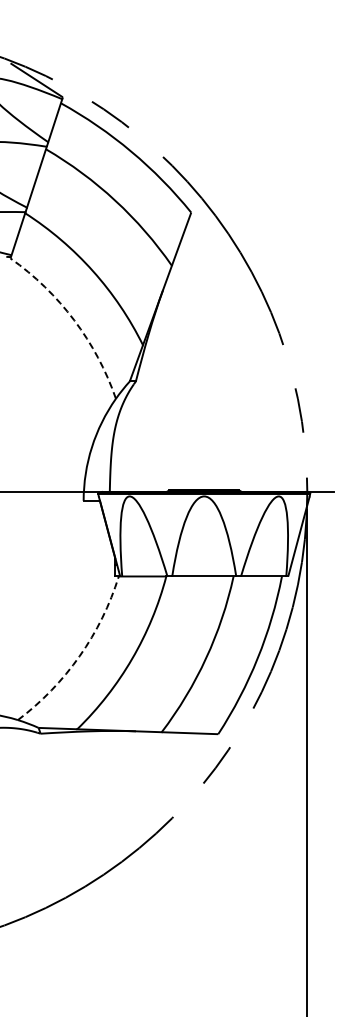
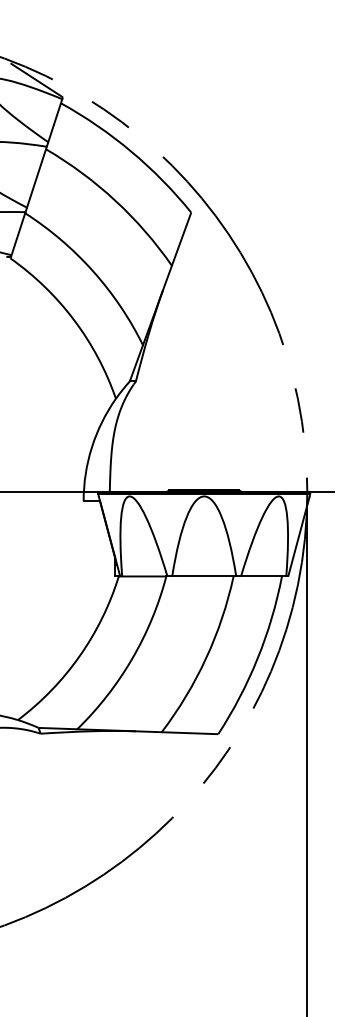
arc at (74, 320): dashed -> solid
arc at (79, 656): dashed -> solid
